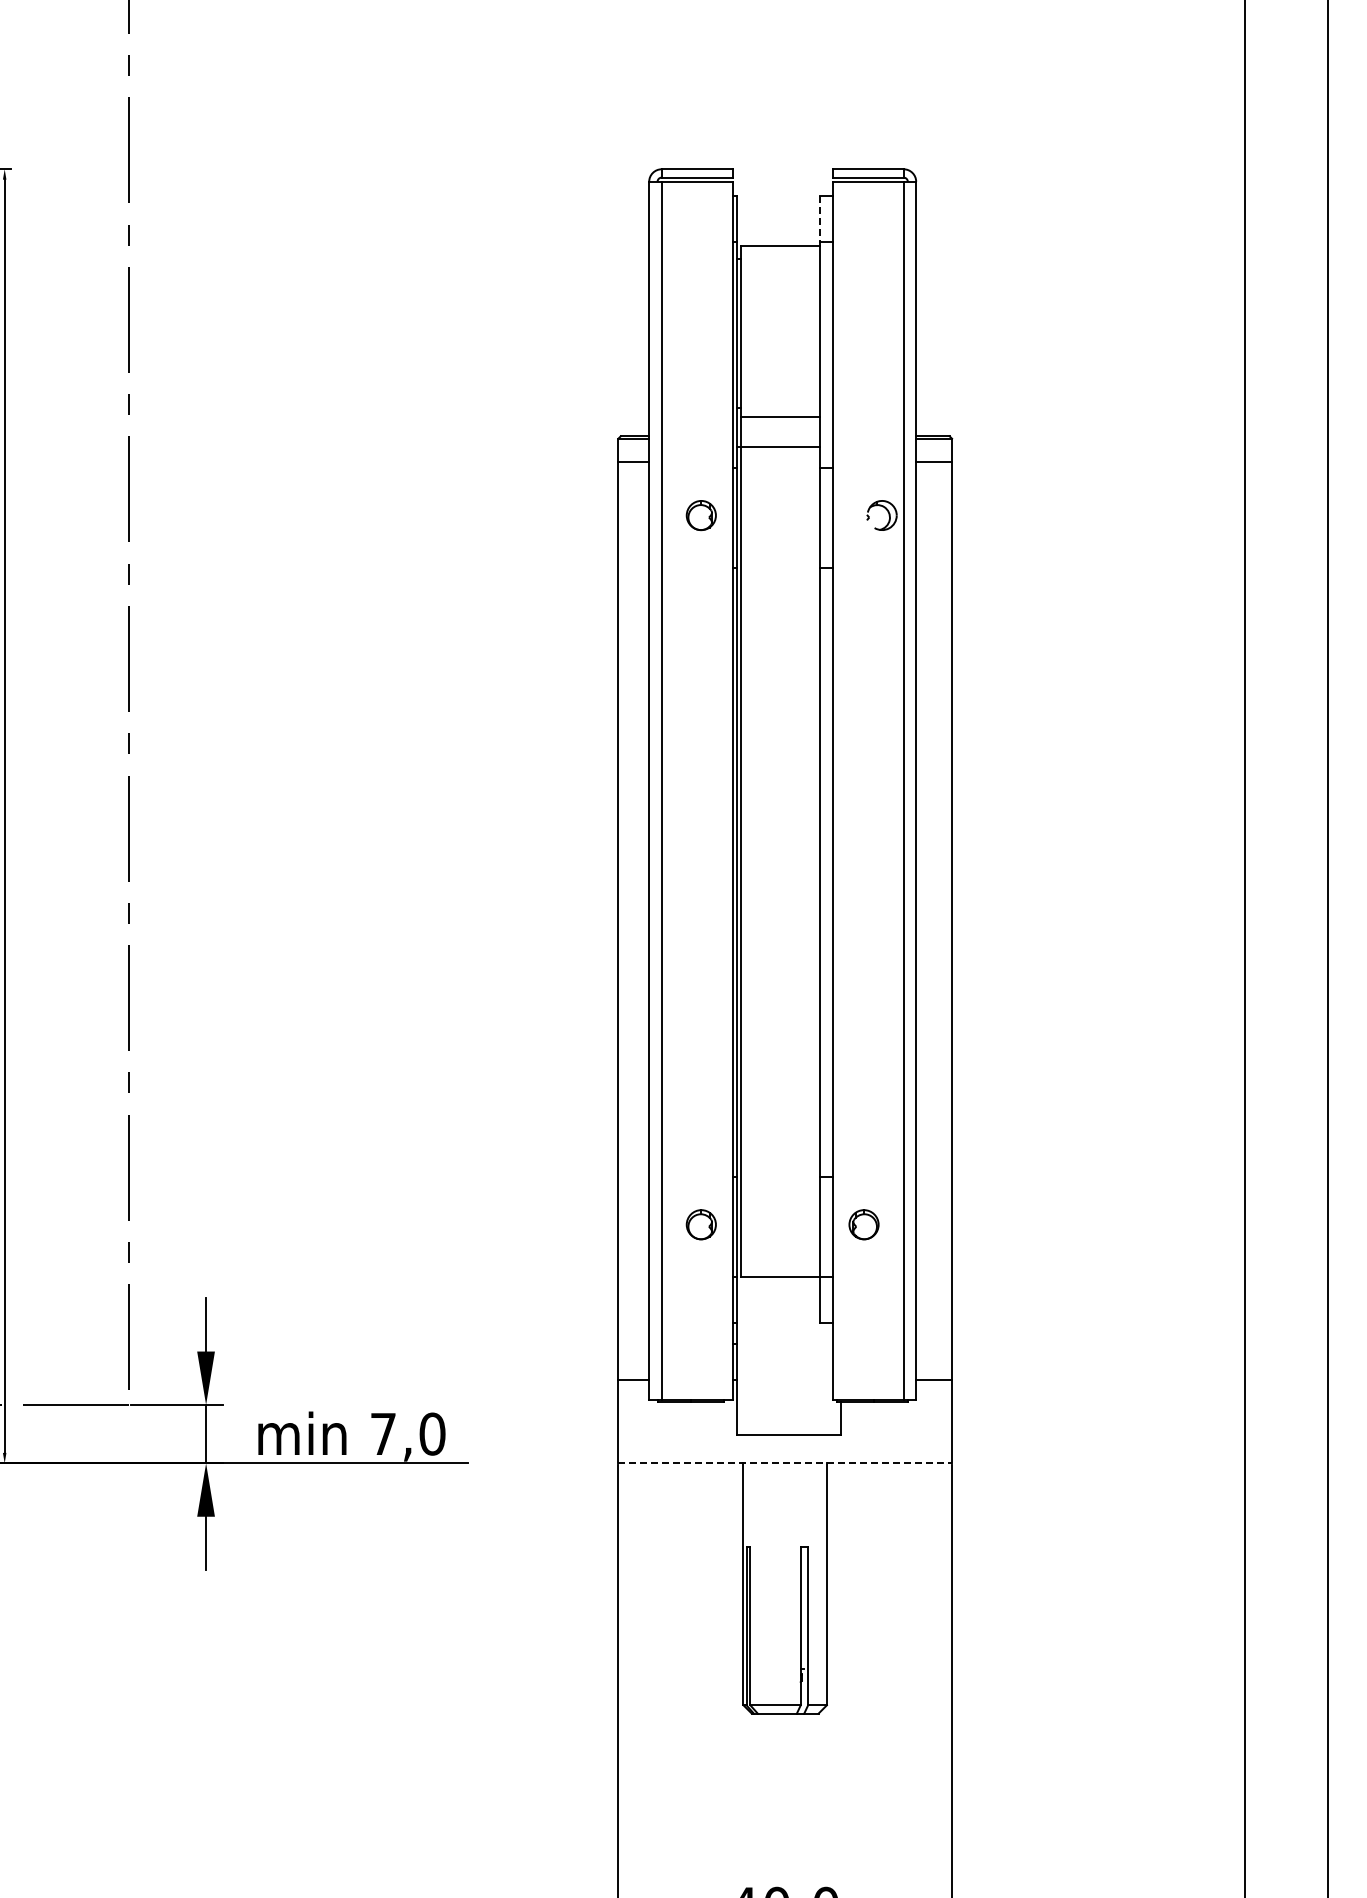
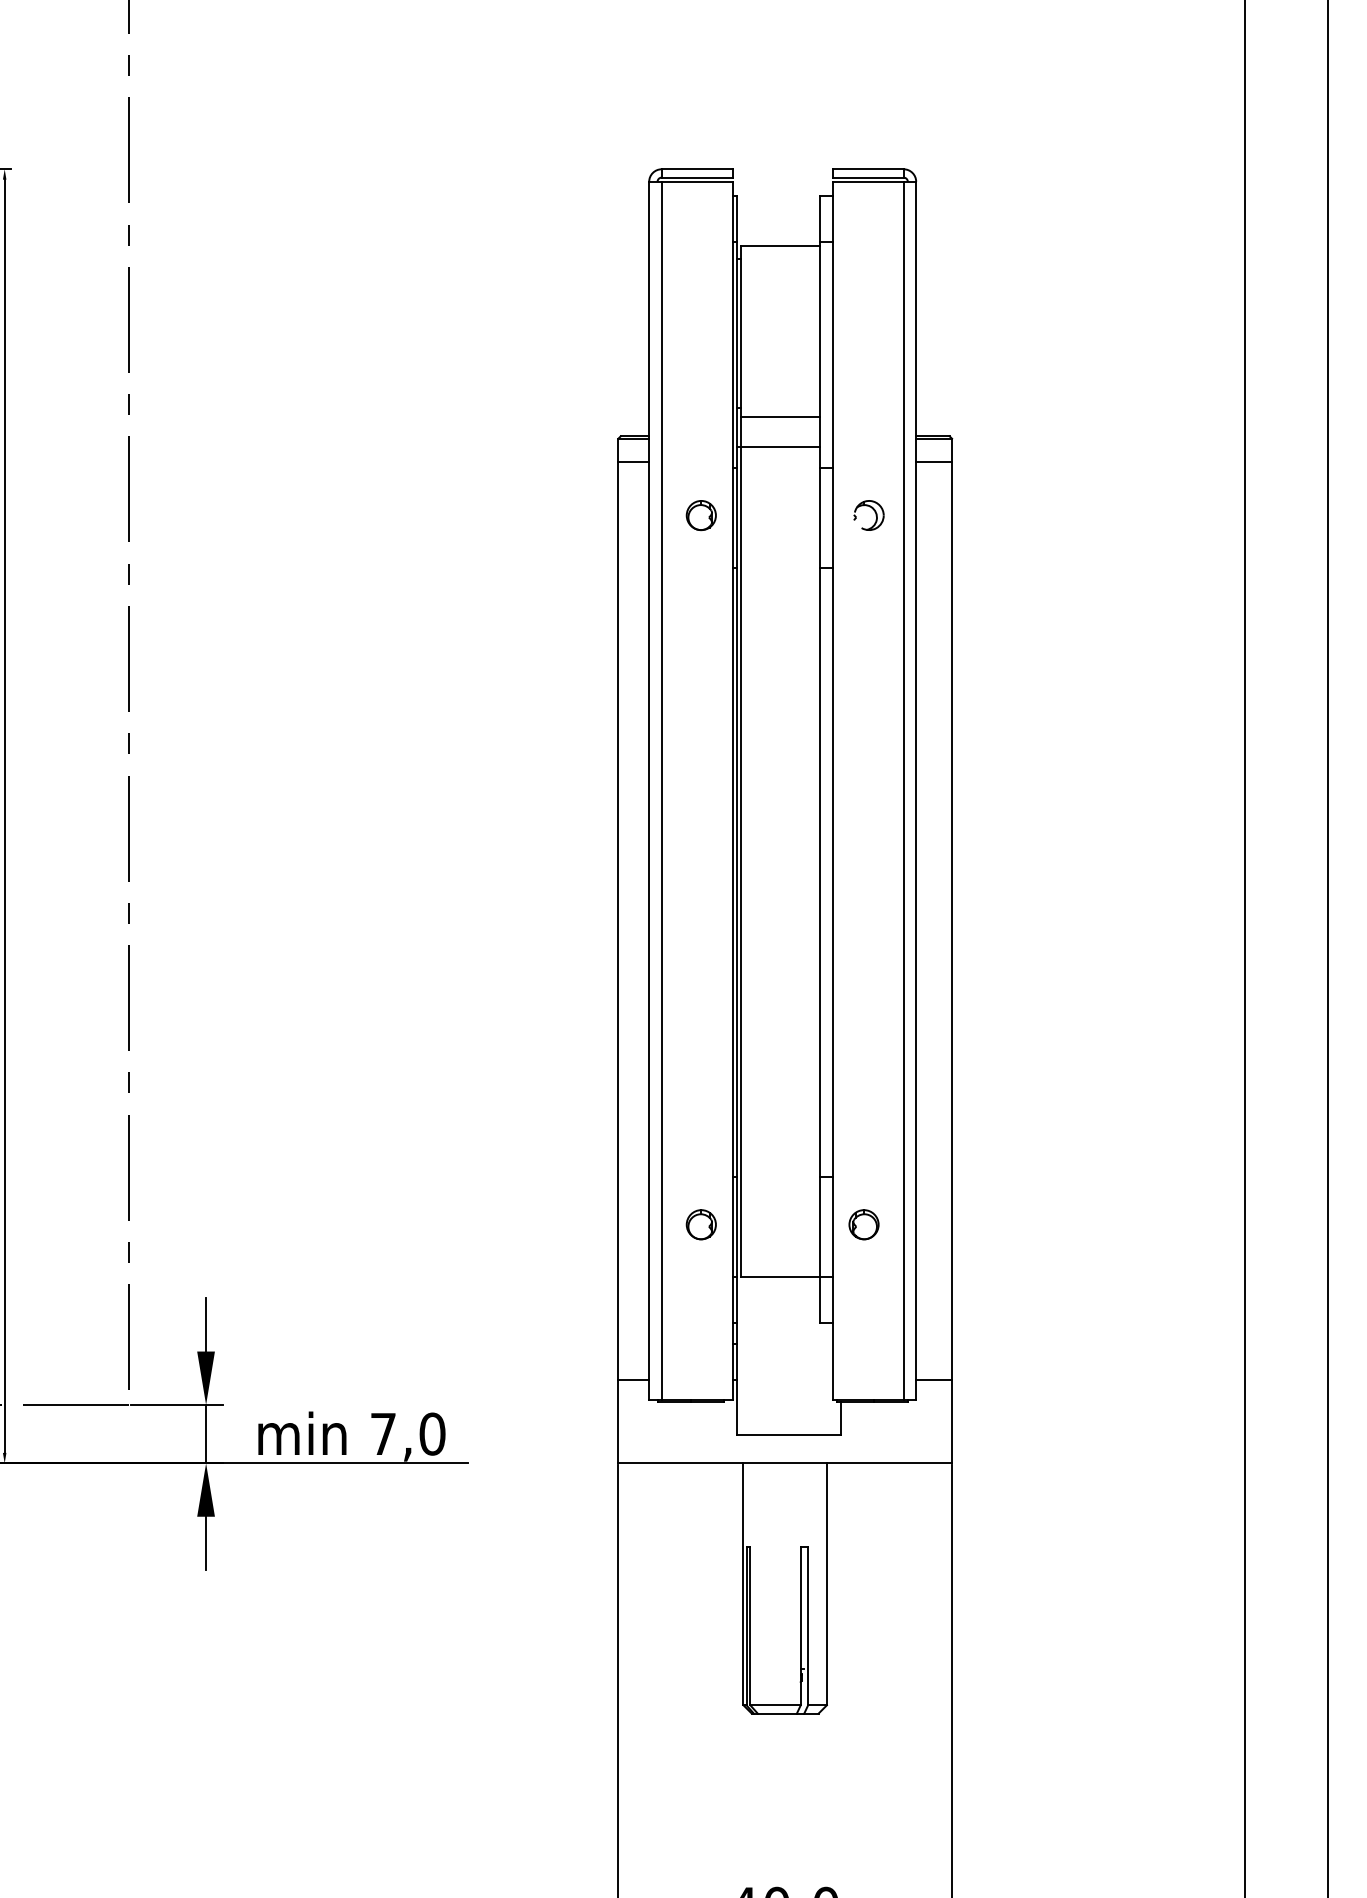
line at (820, 219): dashed -> solid
part at (887, 512) position: (887, 512) -> (874, 512)
line at (785, 1463): dashed -> solid
